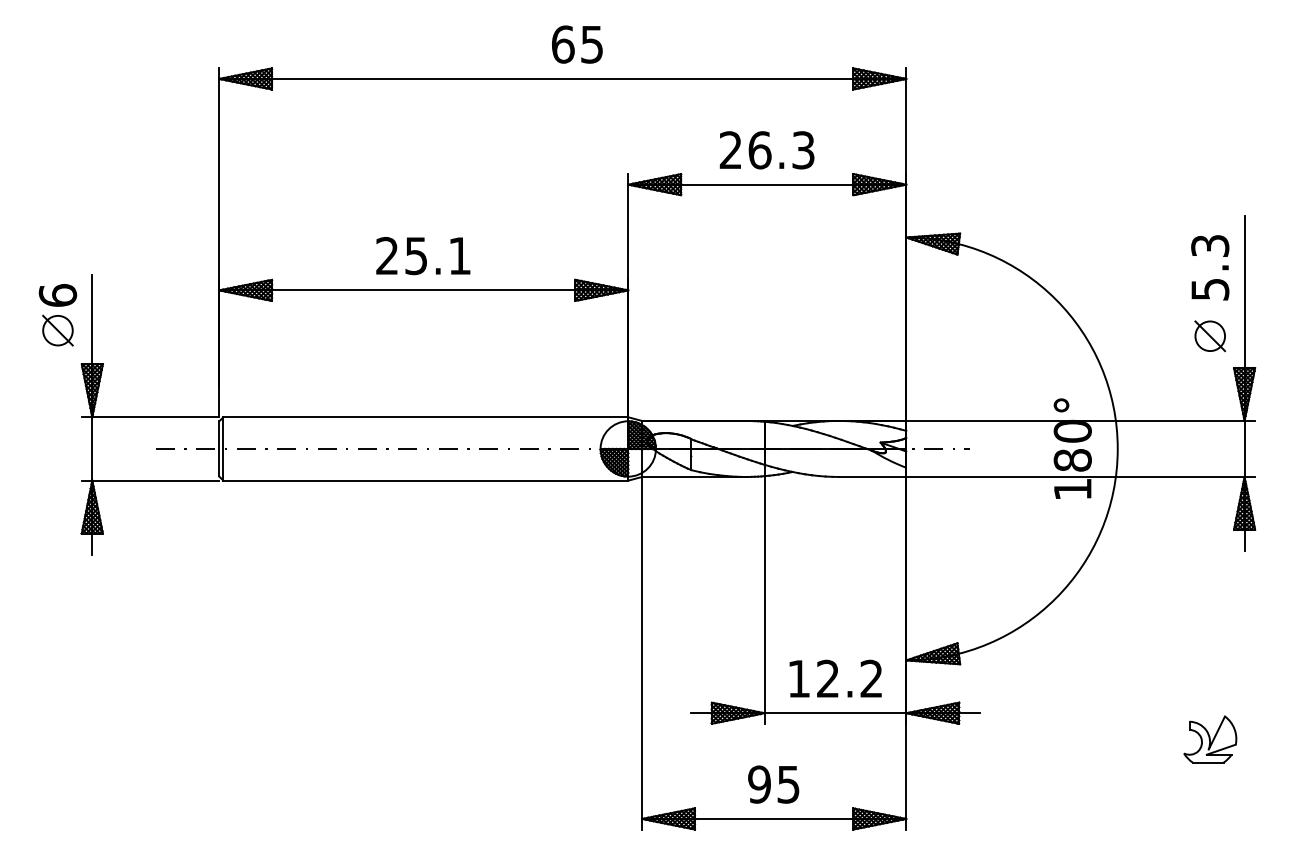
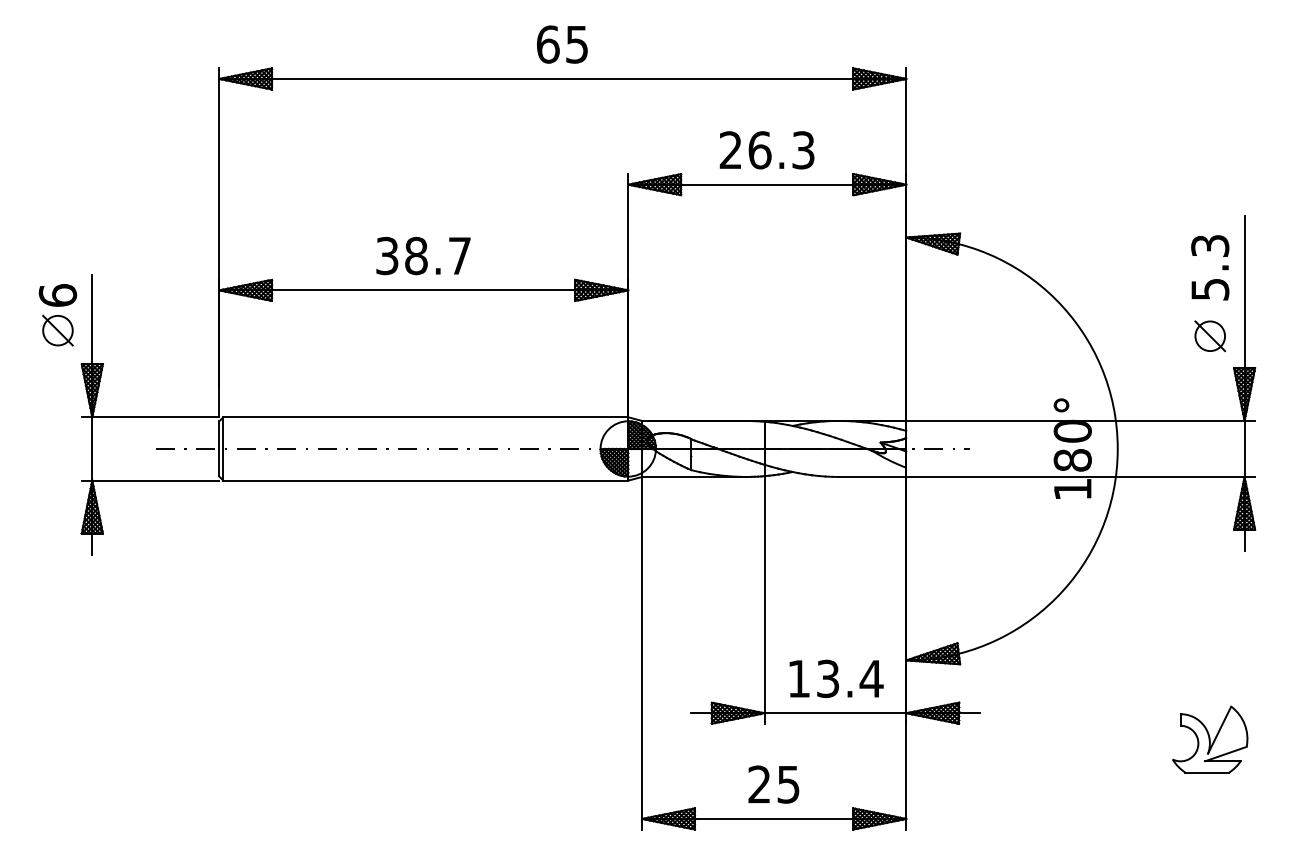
text at (577, 44) position: (577, 44) -> (562, 44)
text at (423, 255): 25.1 -> 38.7
text at (850, 678): 12.2 -> 13.4
part at (1210, 739) size: 55x49 px -> 77x69 px
text at (759, 784): 95 -> 25
